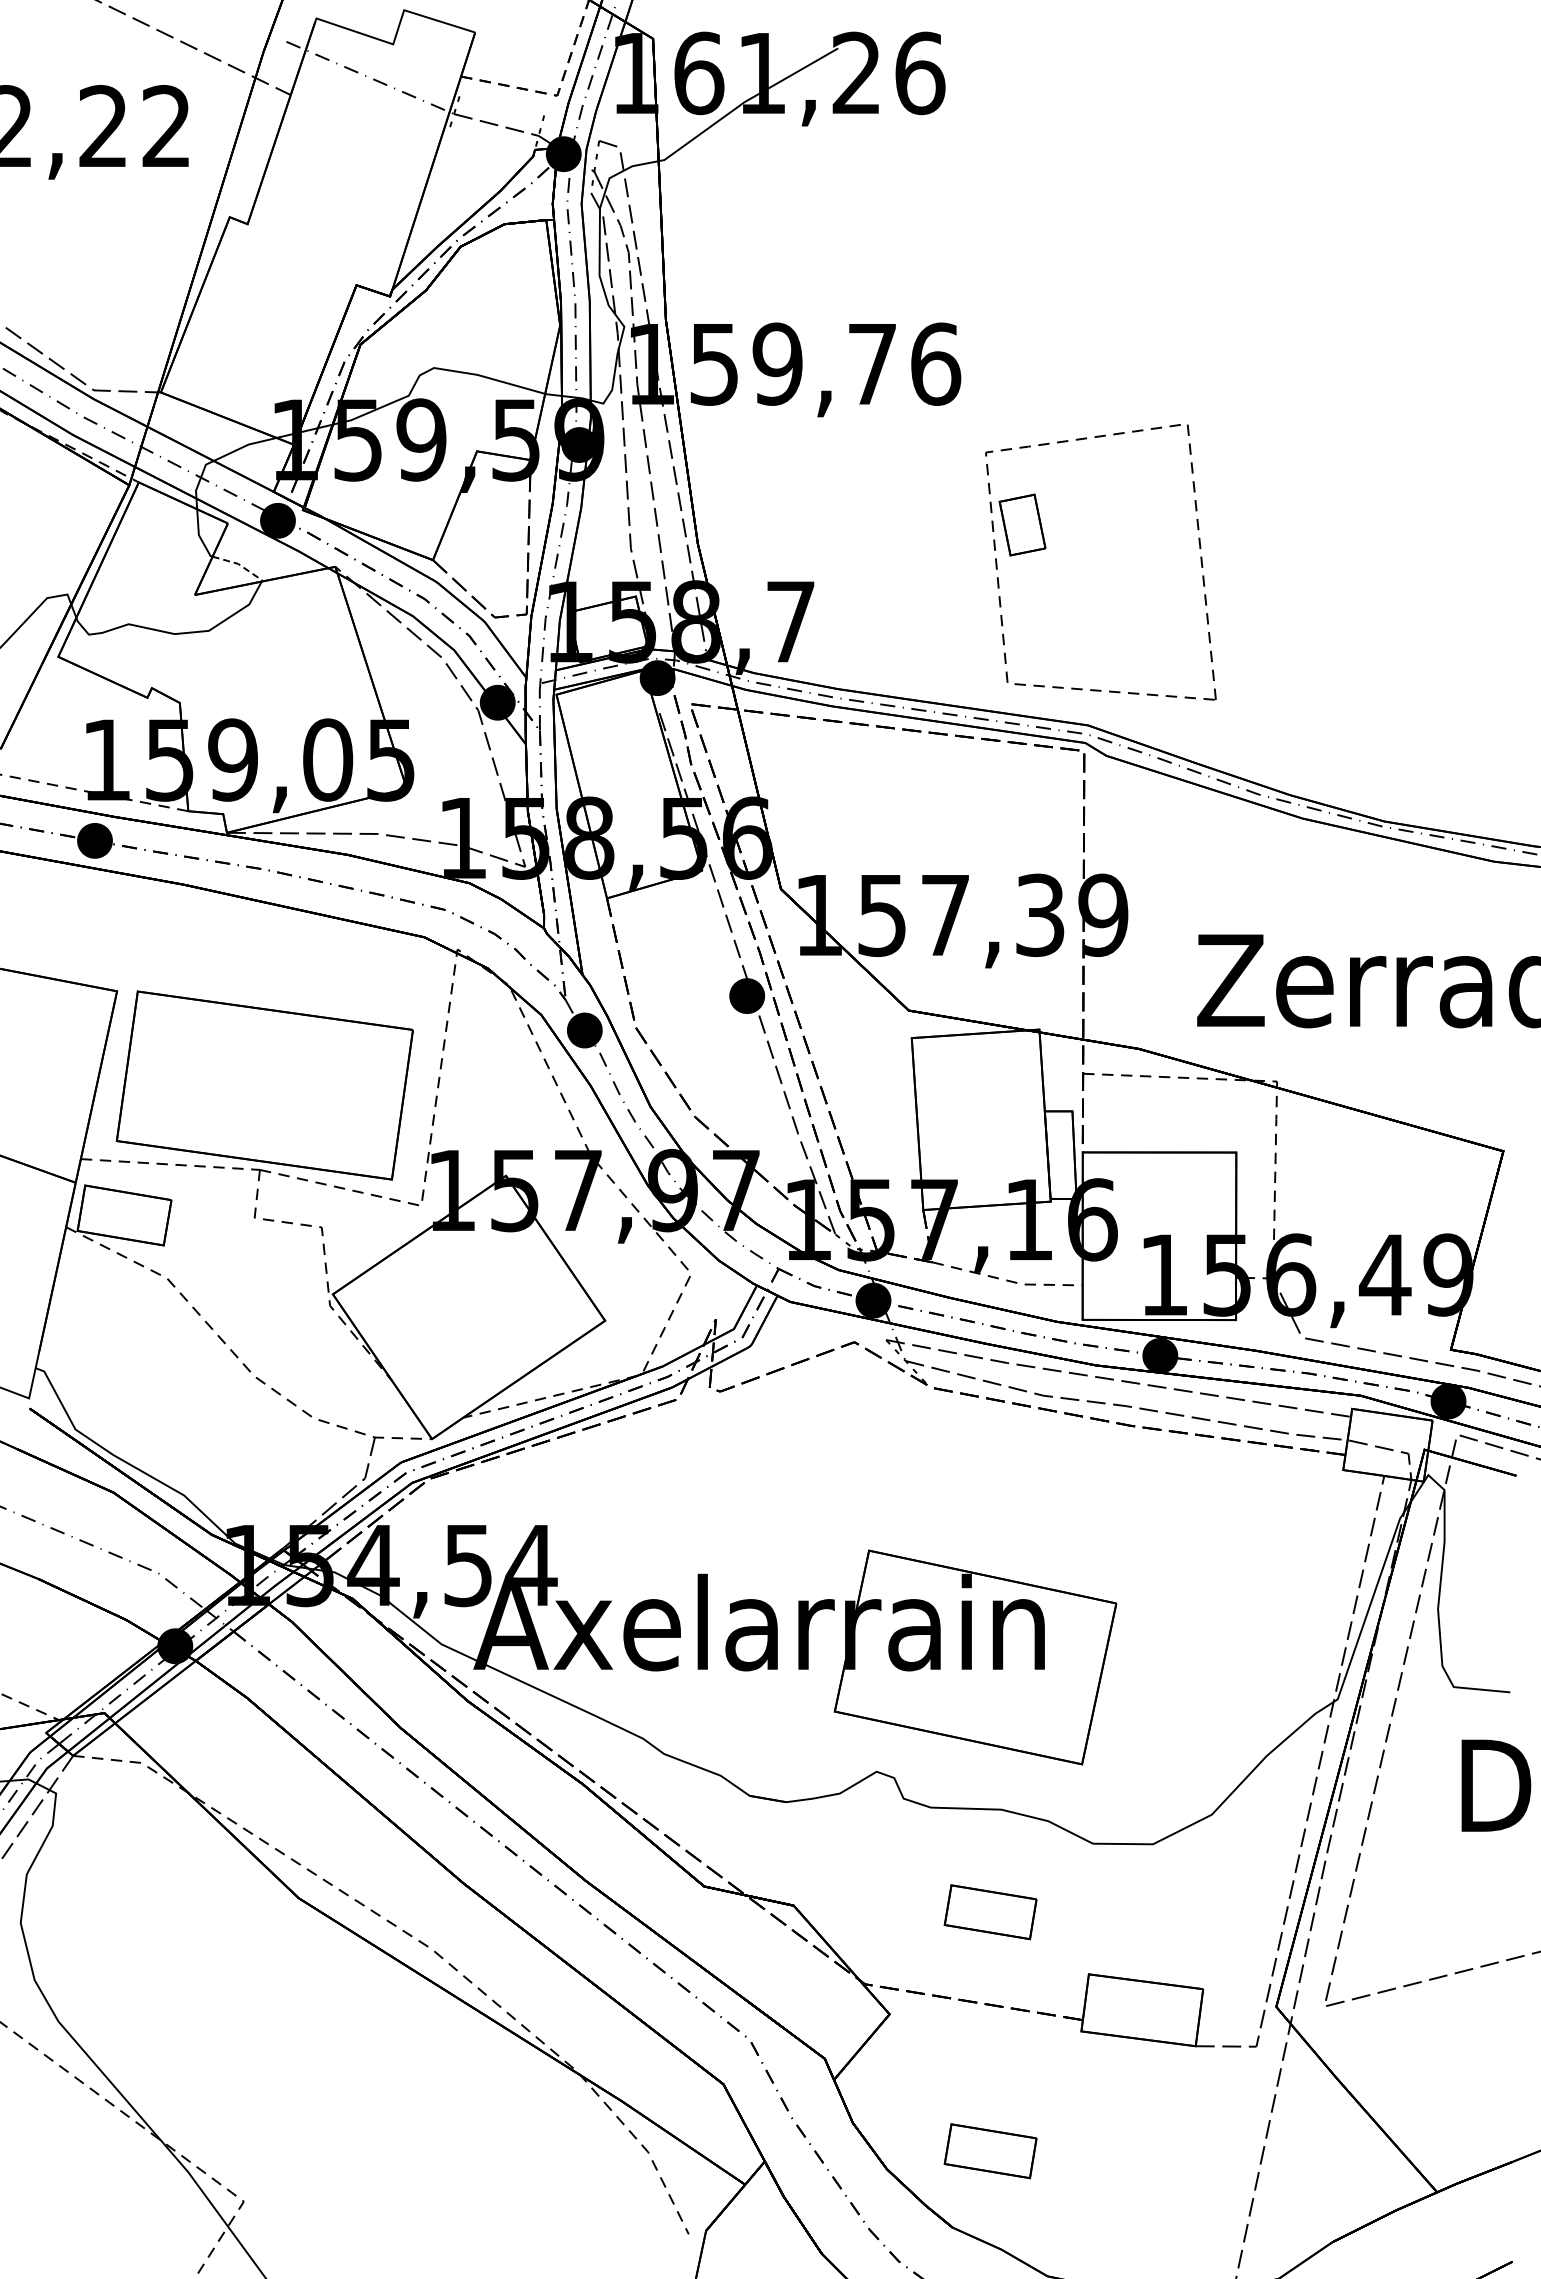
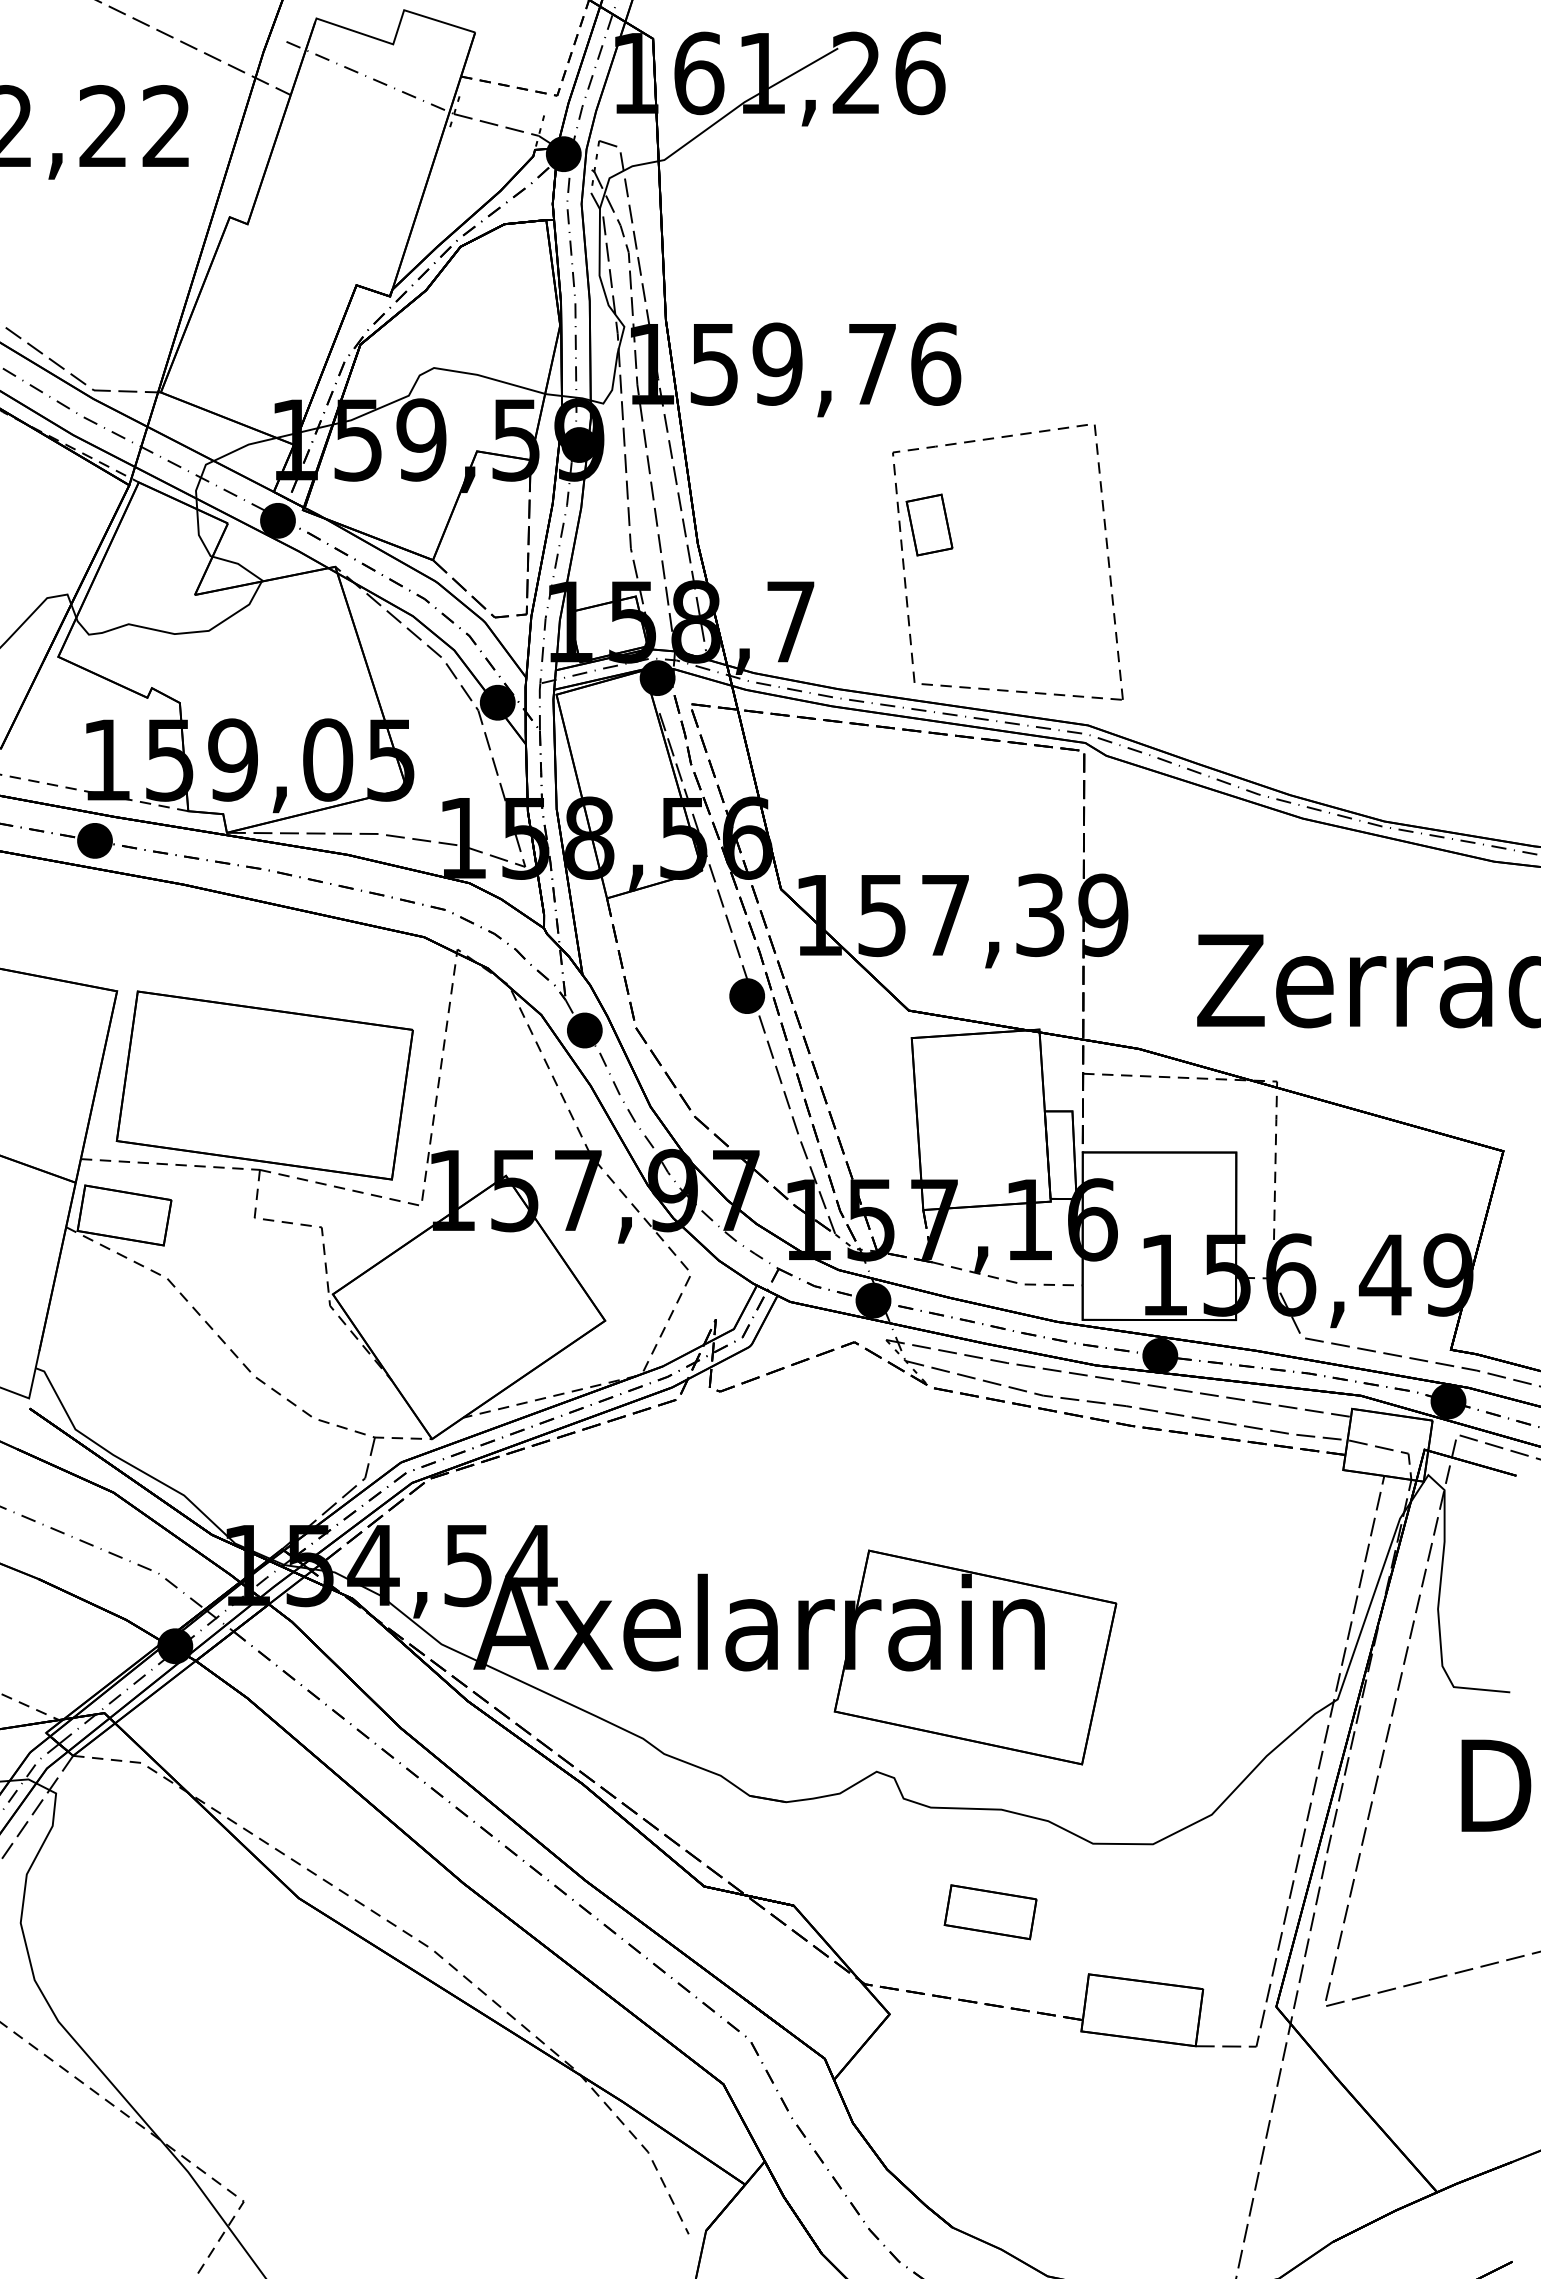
part at (1046, 548) position: (1046, 548) -> (953, 548)
line at (240, 565): dashed -> solid
part at (990, 2151): present -> none
